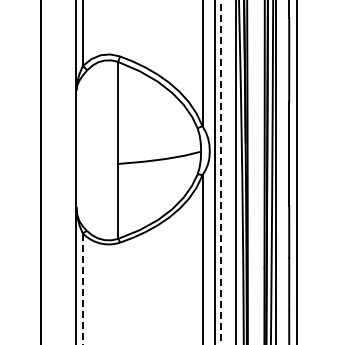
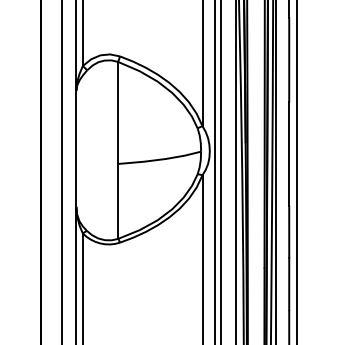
line at (62, 171): none -> present
line at (221, 172): dashed -> solid
line at (82, 289): dashed -> solid
